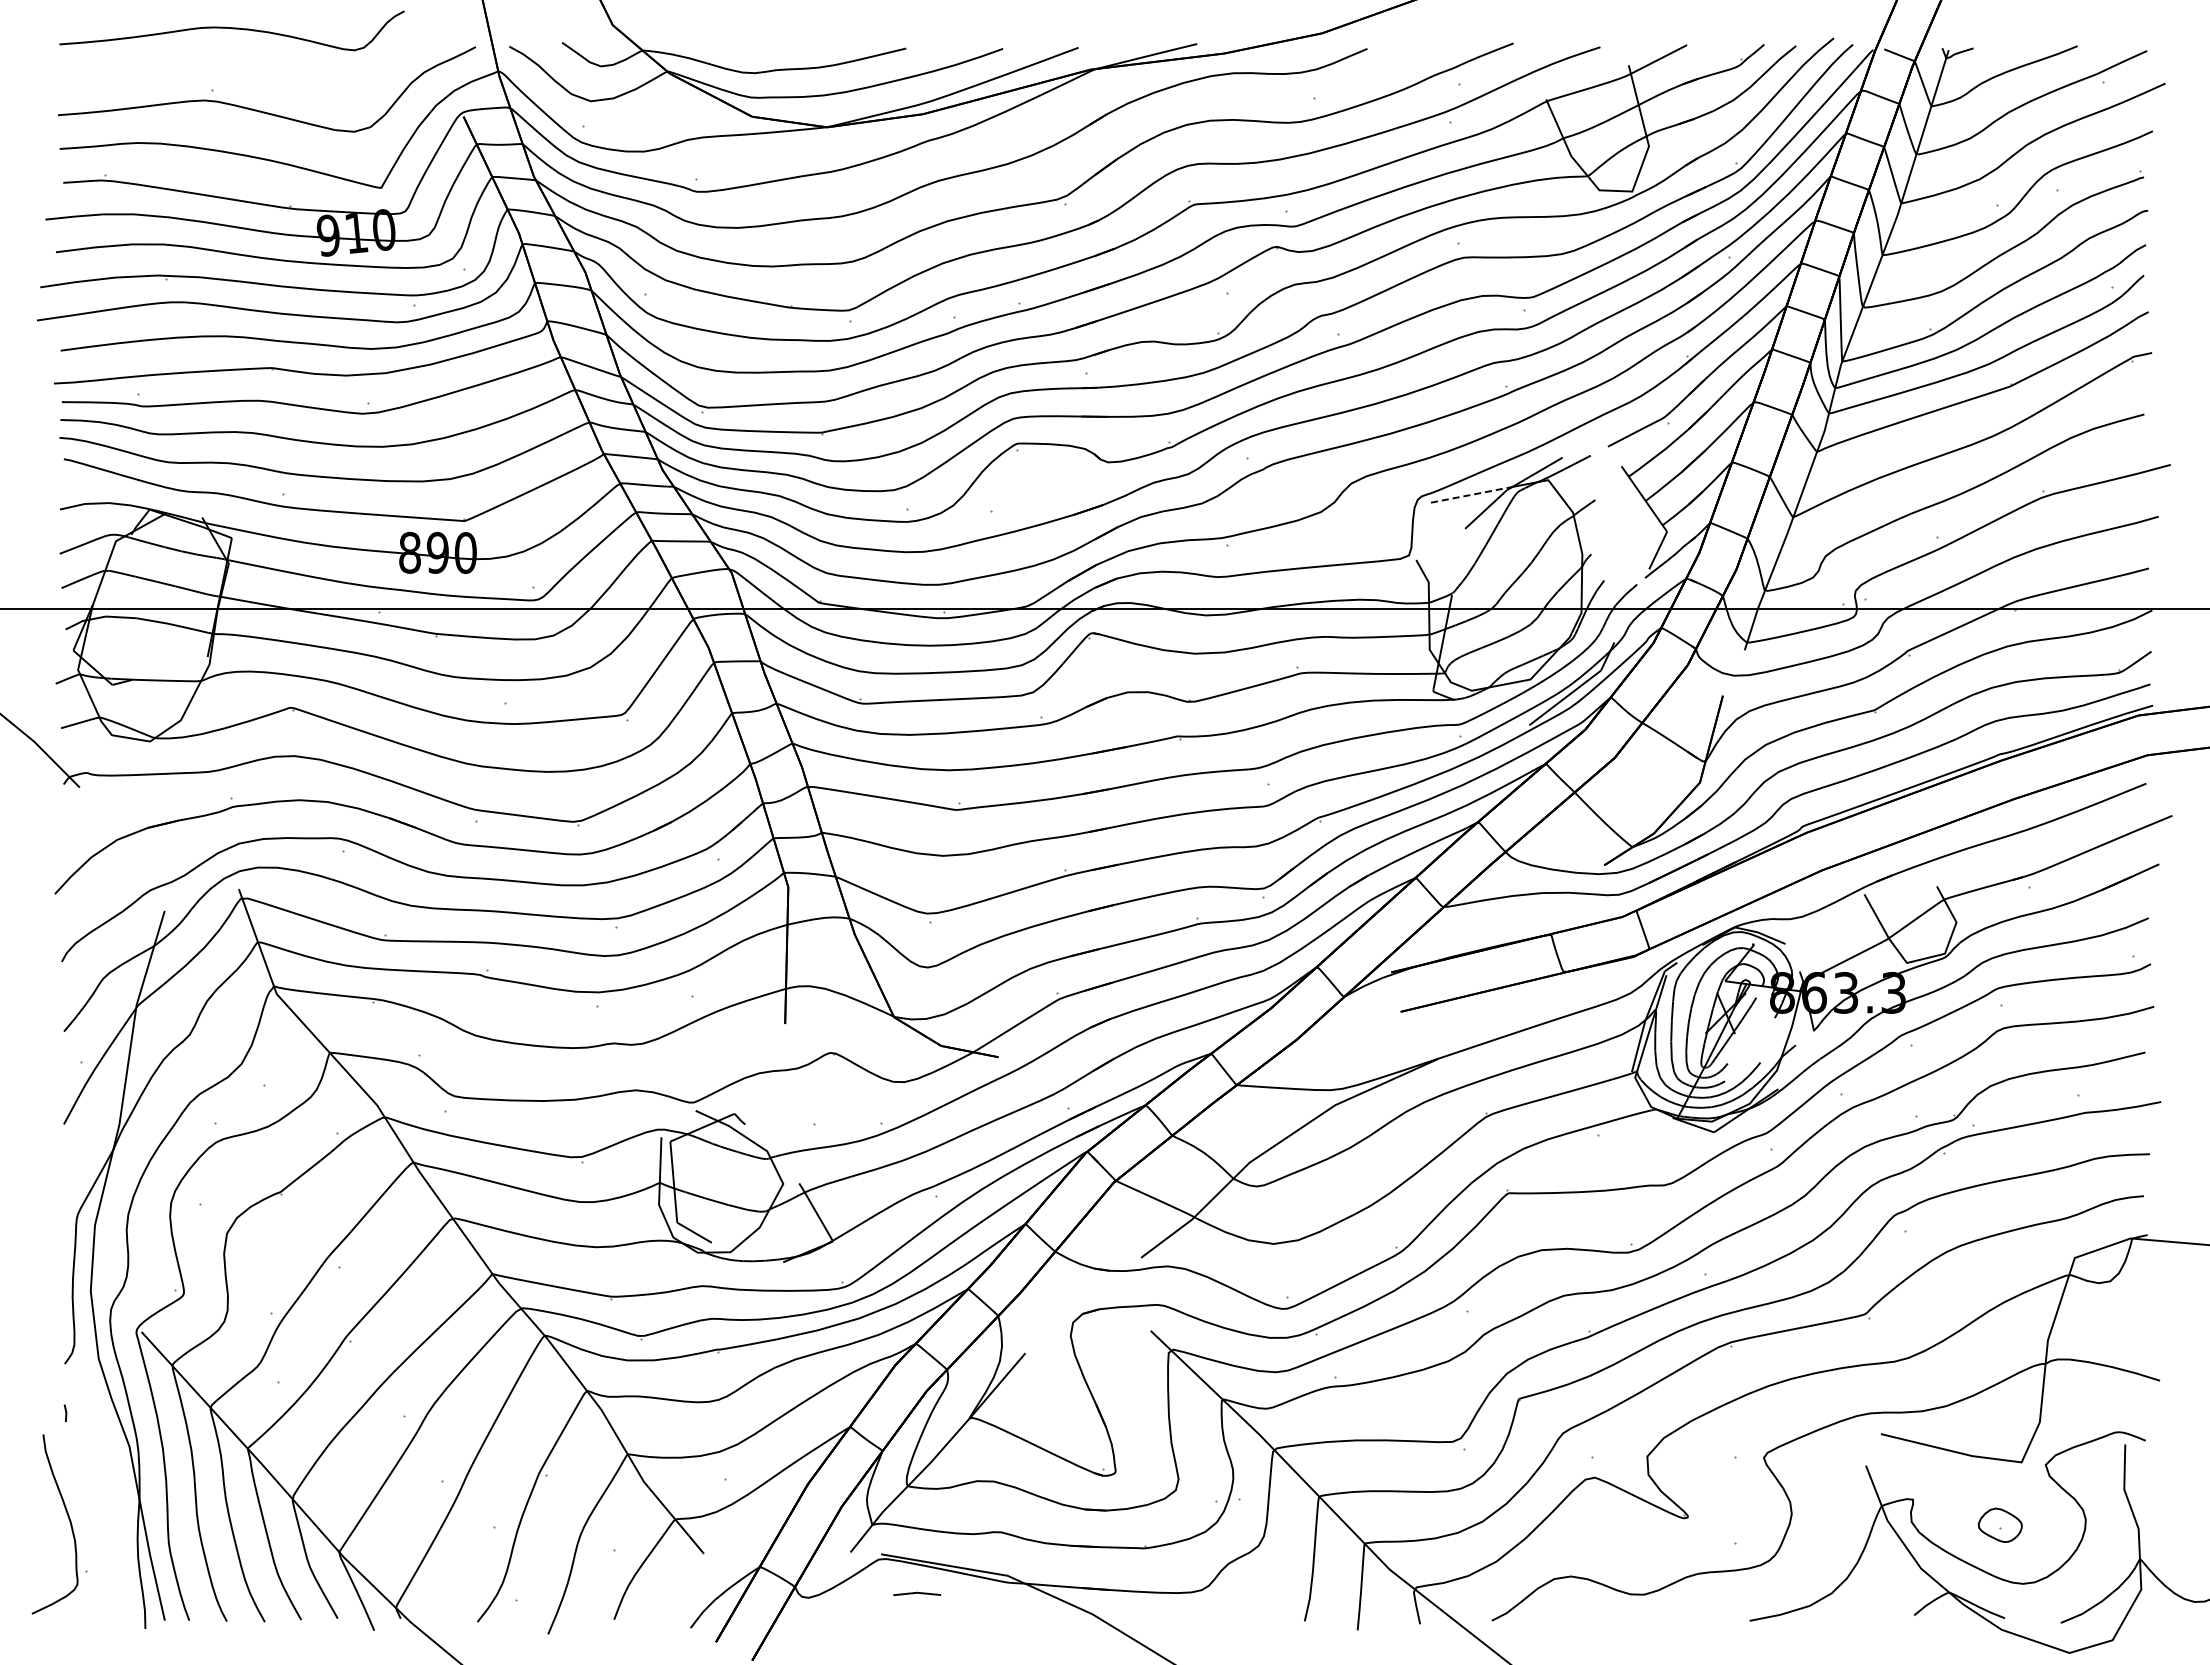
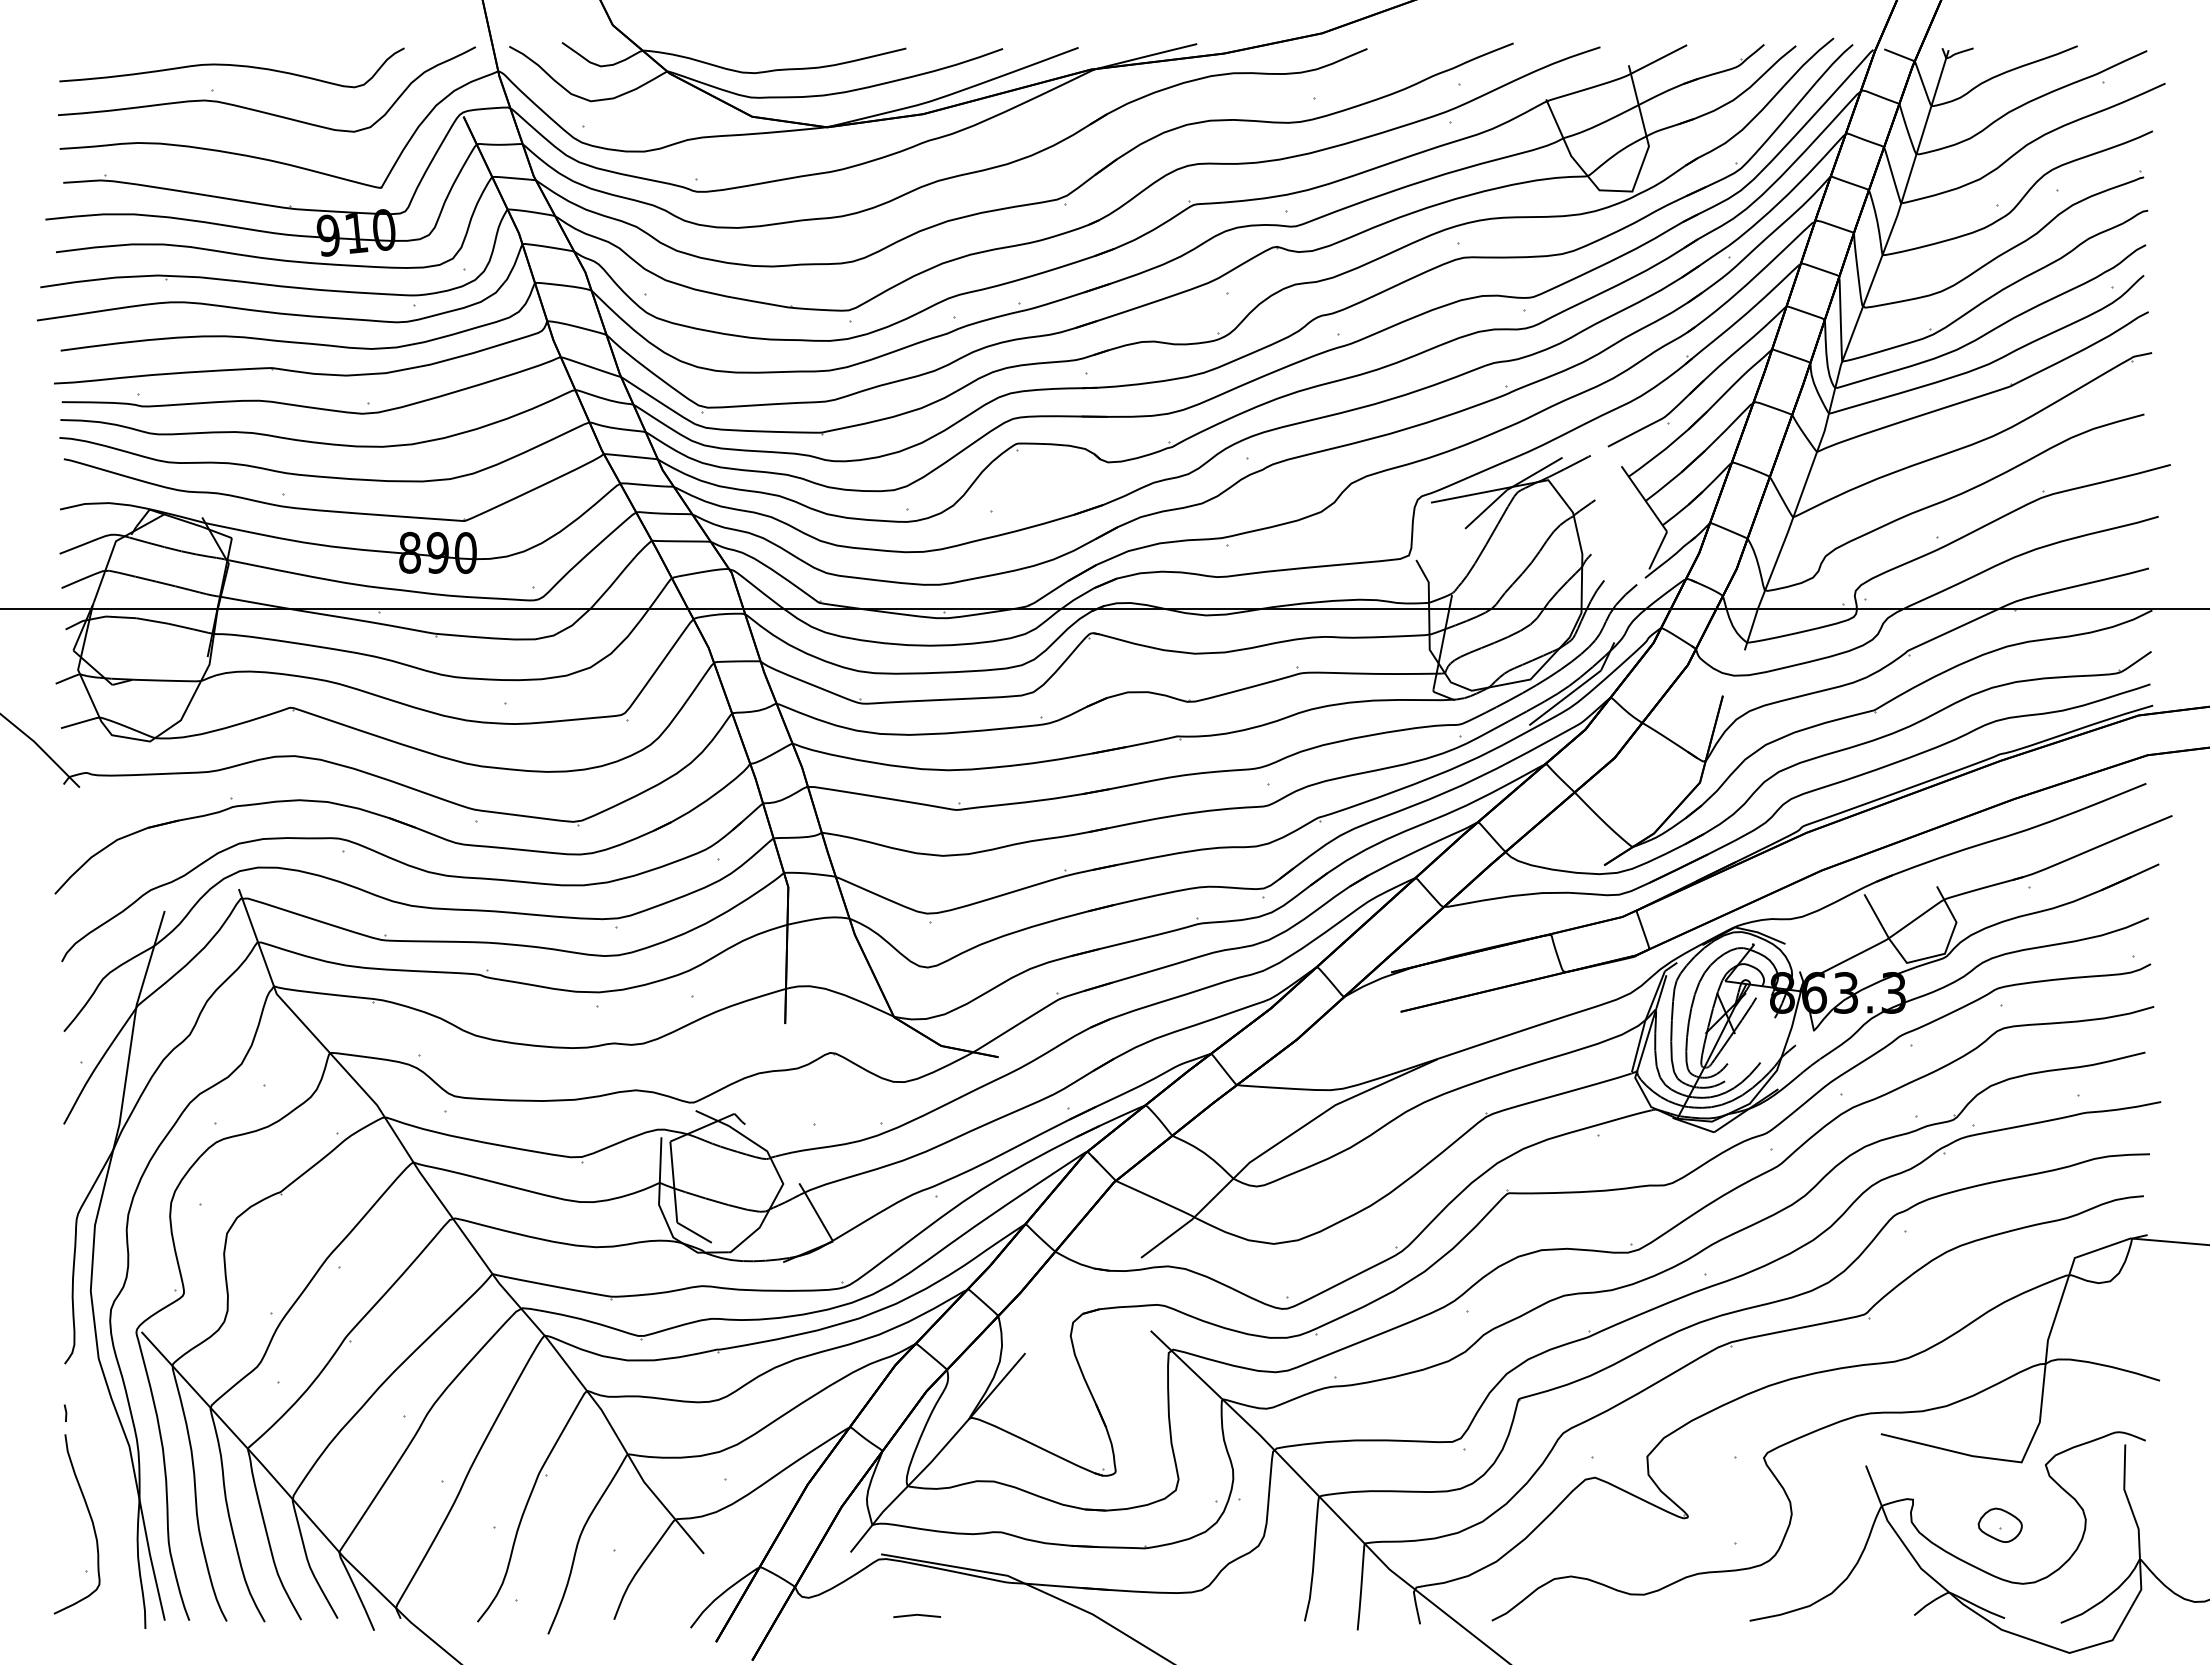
curve at (232, 29) position: (232, 29) -> (232, 66)
line at (1472, 494): dashed -> solid
curve at (68, 1519) position: (68, 1519) -> (90, 1519)
line at (917, 1593) position: (917, 1593) -> (917, 1615)
